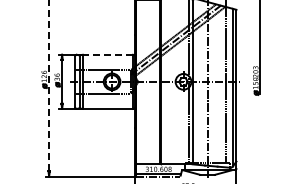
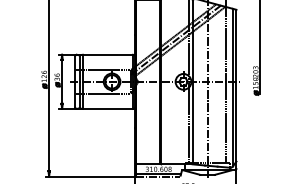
line at (107, 54): dashed -> solid
line at (49, 85): dashed -> solid
